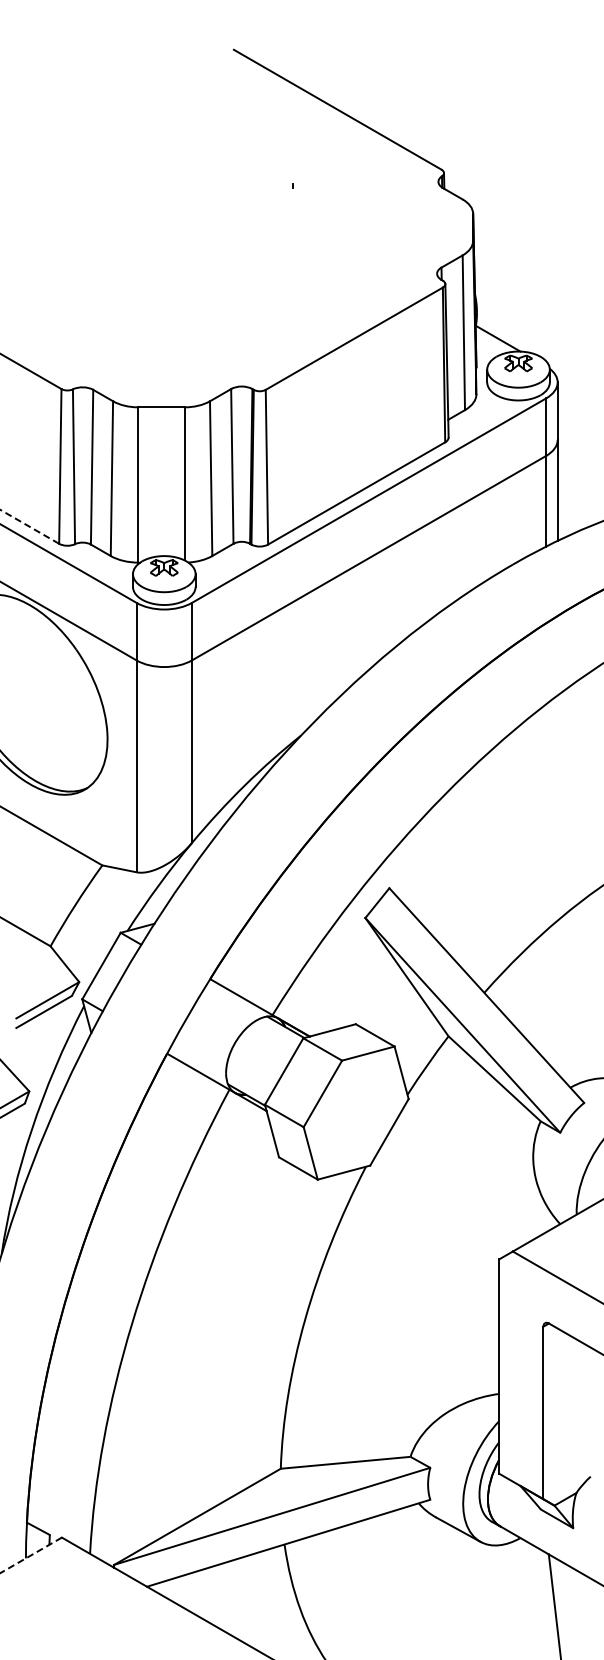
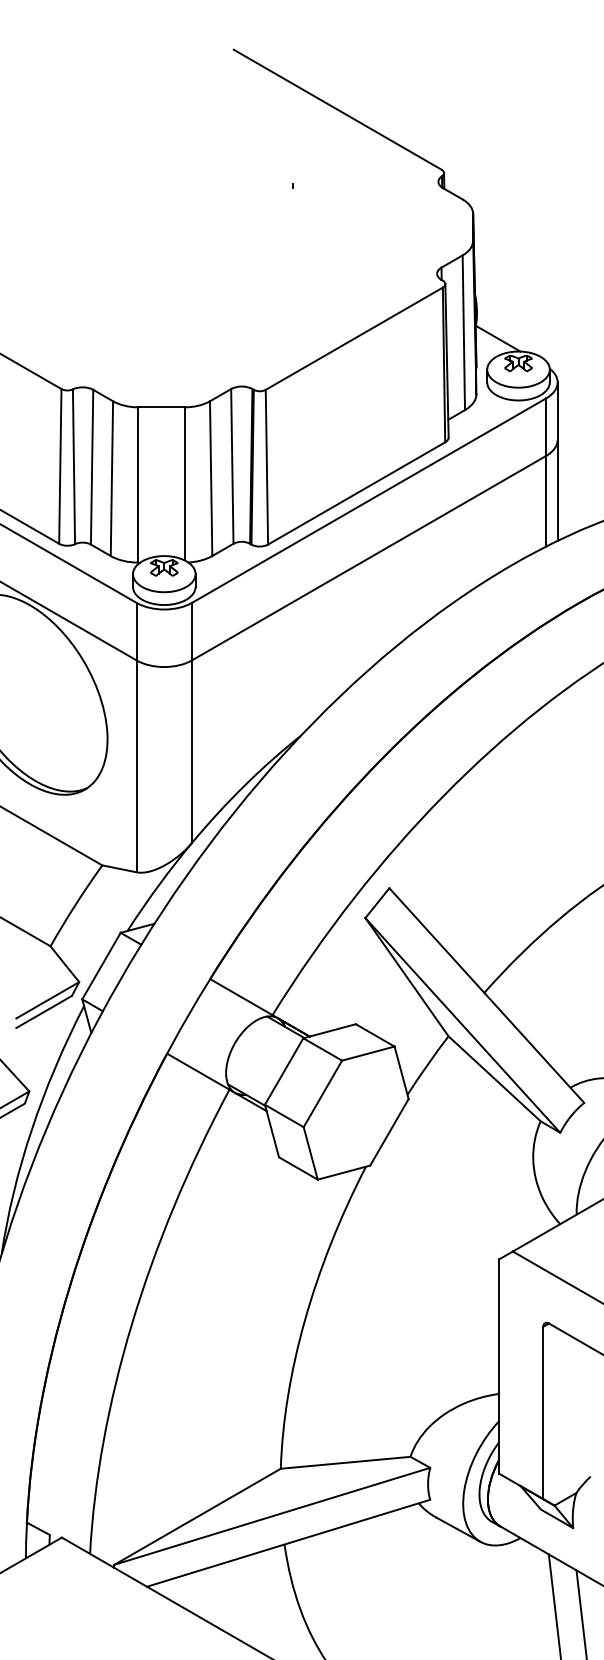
line at (29, 526): dashed -> solid
line at (30, 1555): dashed -> solid
line at (581, 1613): none -> present
